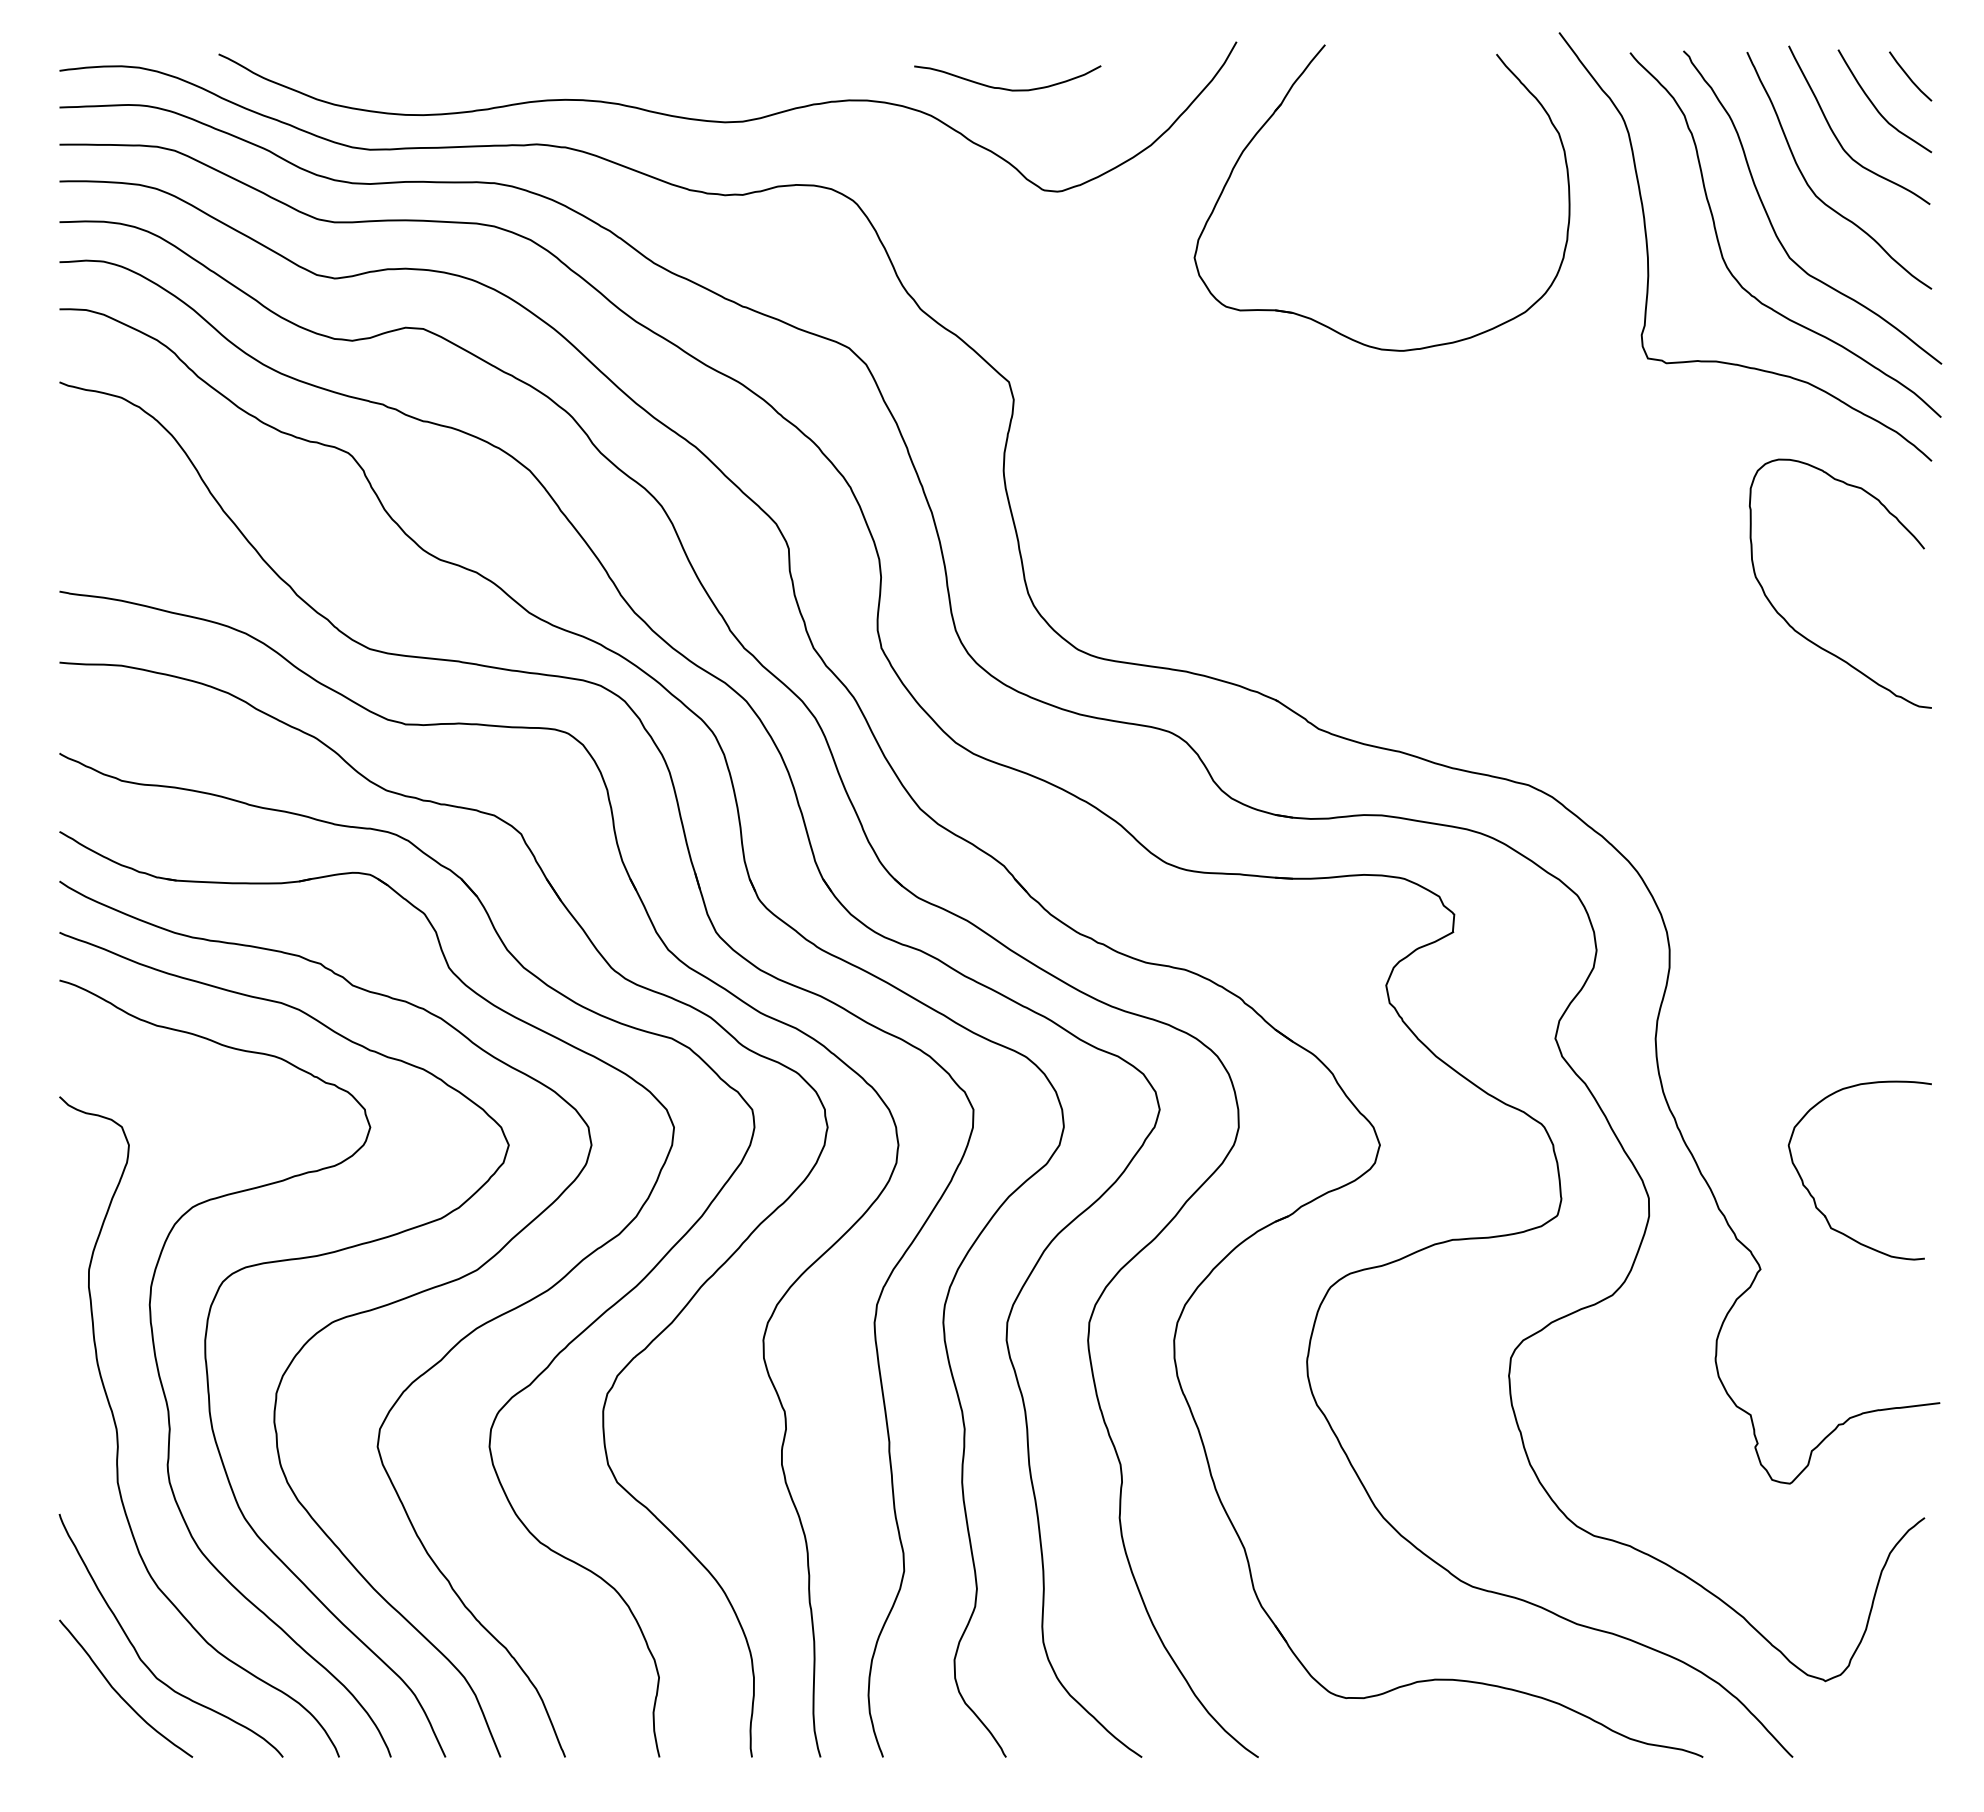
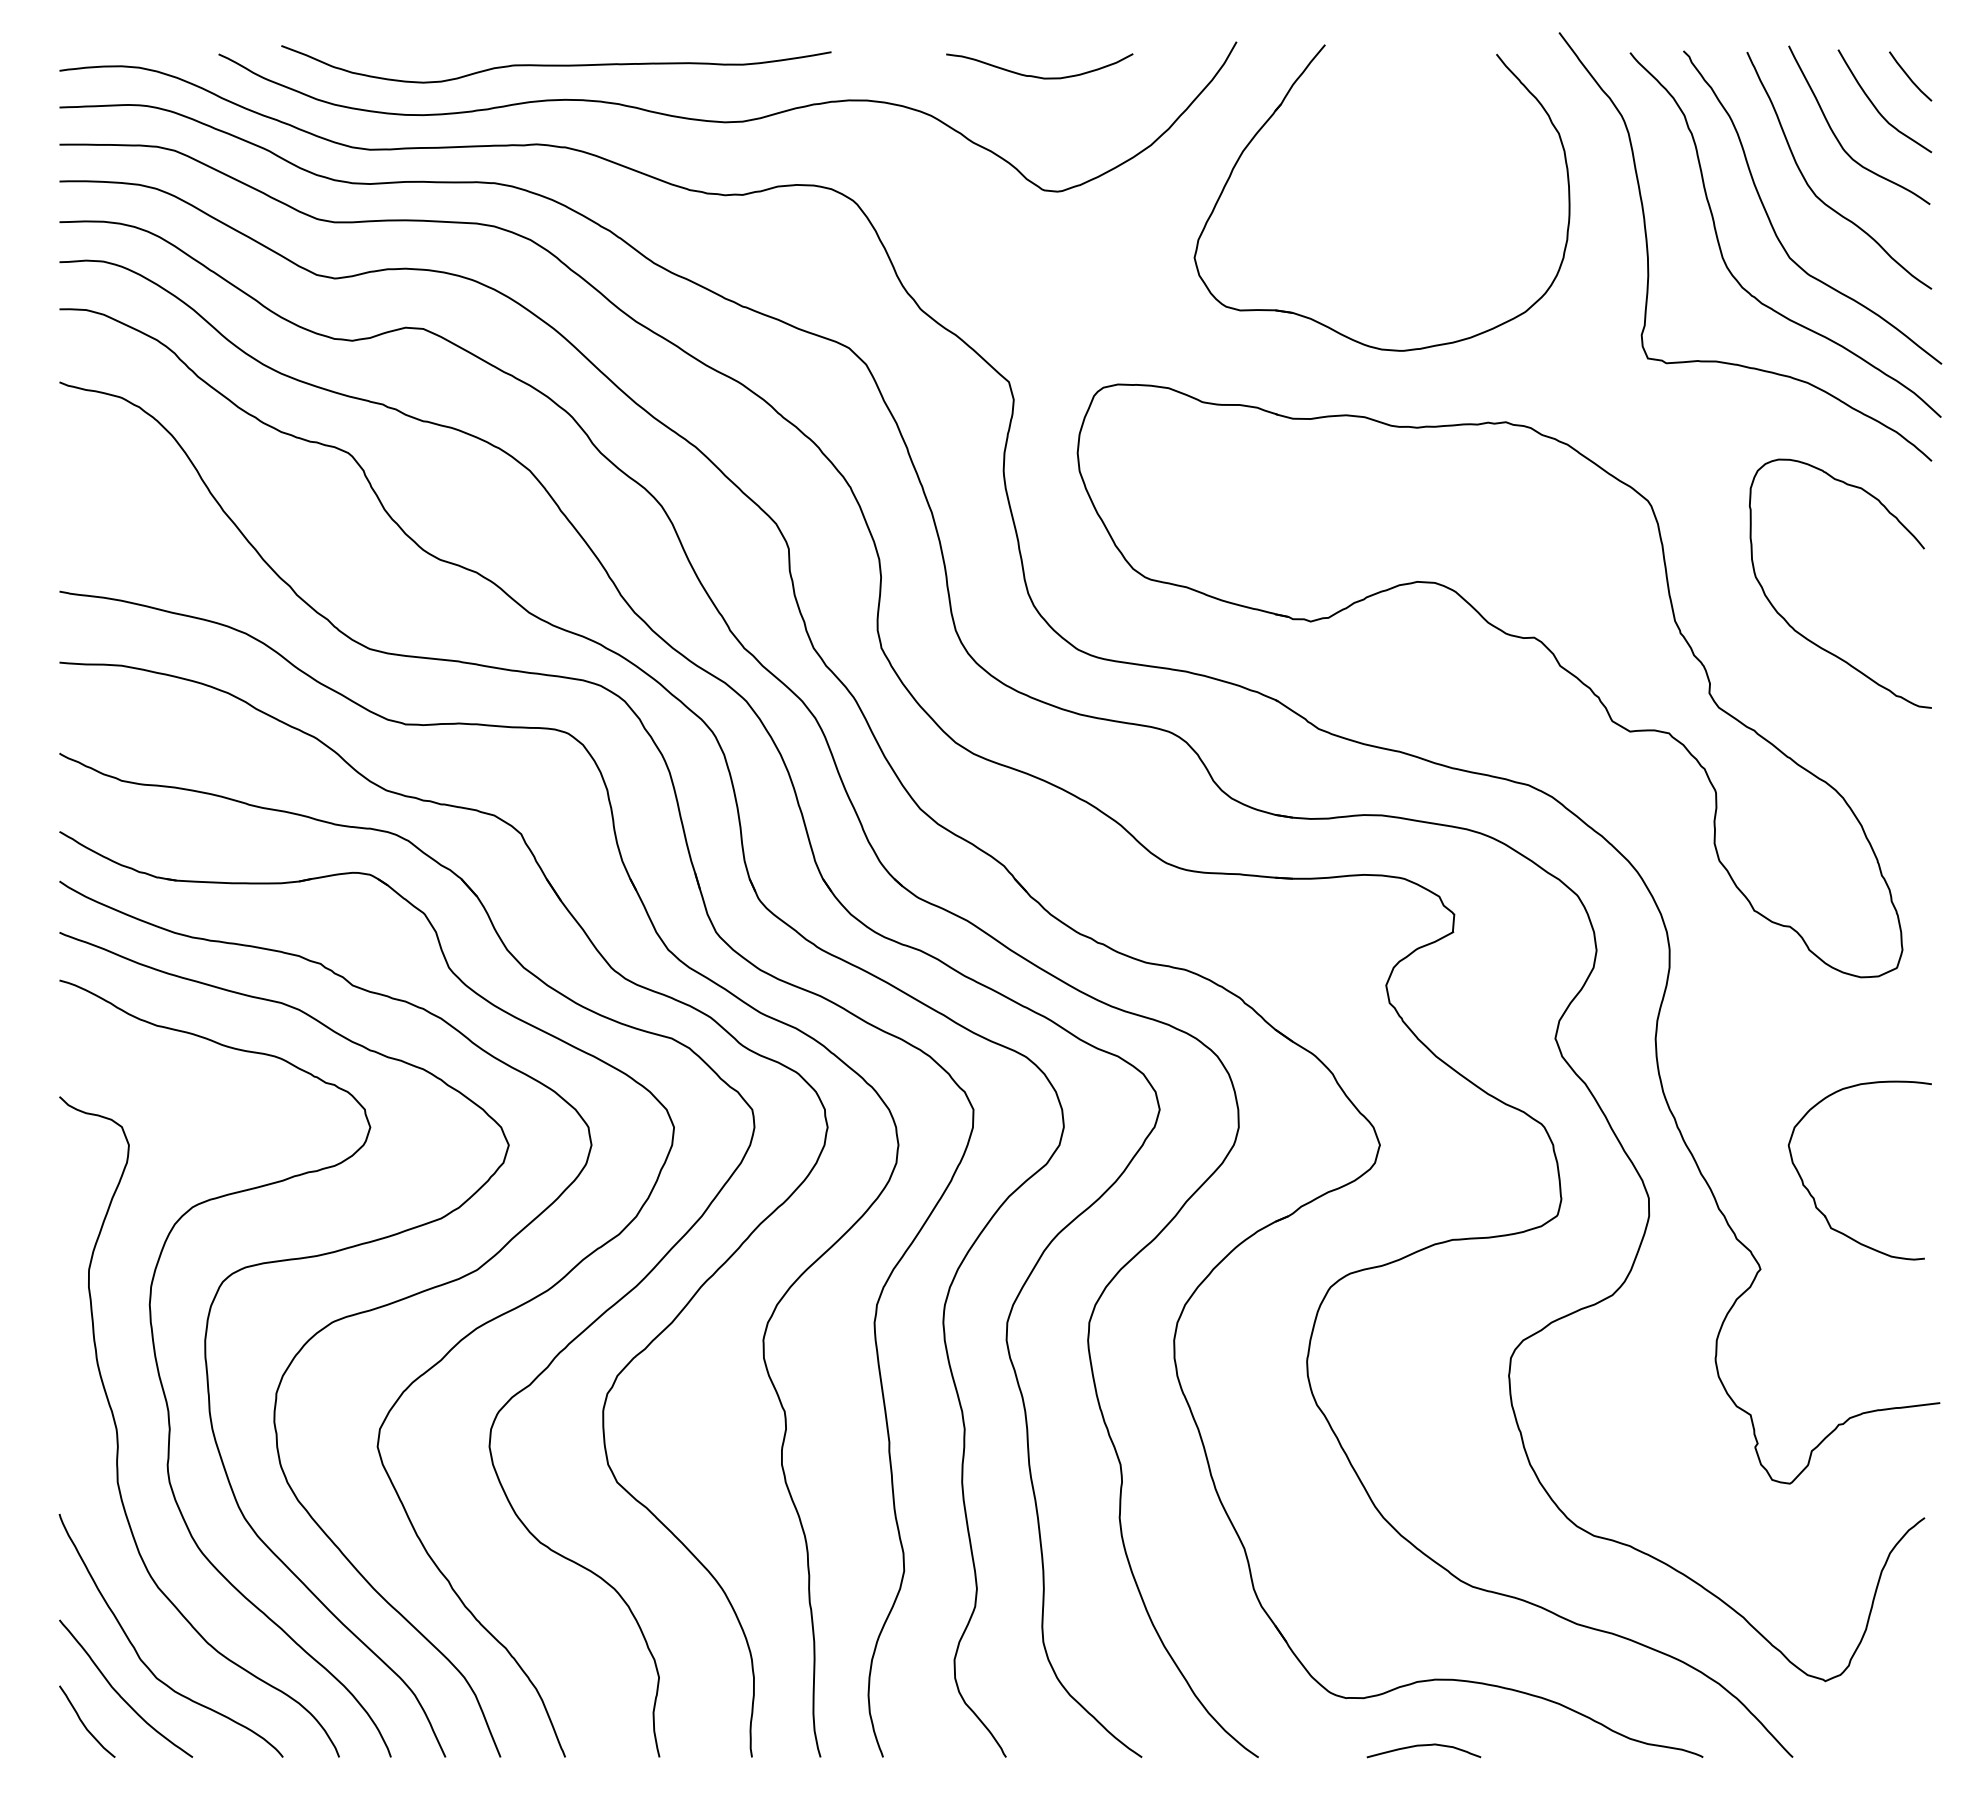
curve at (556, 64): none -> present
curve at (1007, 88) position: (1007, 88) -> (1039, 76)
part at (1507, 635): none -> present
curve at (84, 1723): none -> present
curve at (1423, 1746): none -> present
